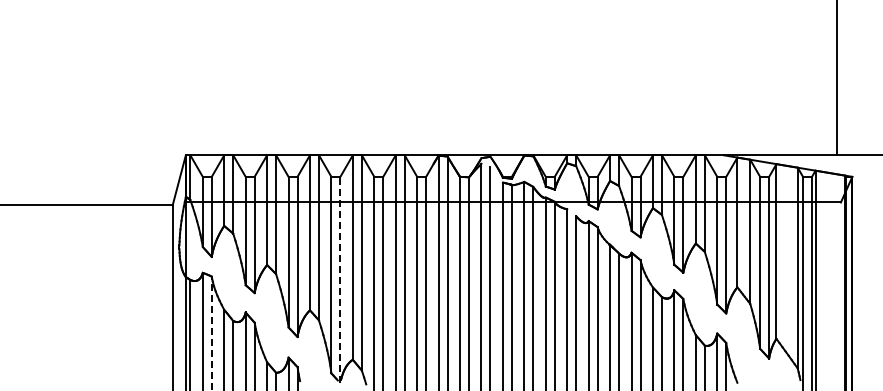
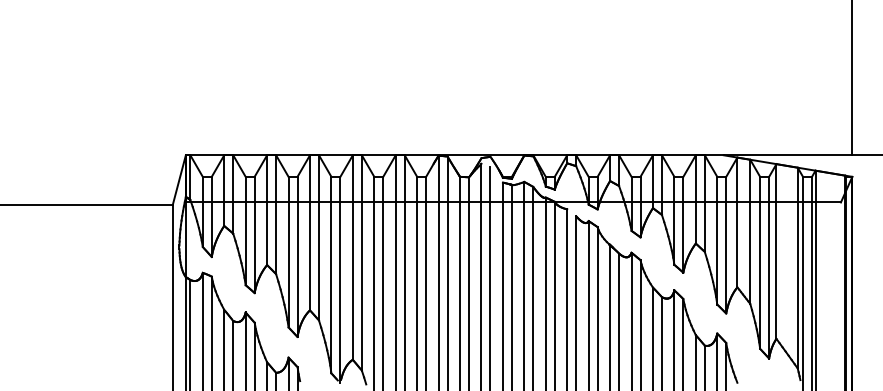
line at (837, 78) position: (837, 78) -> (852, 78)
line at (340, 279): dashed -> solid
line at (211, 333): dashed -> solid
